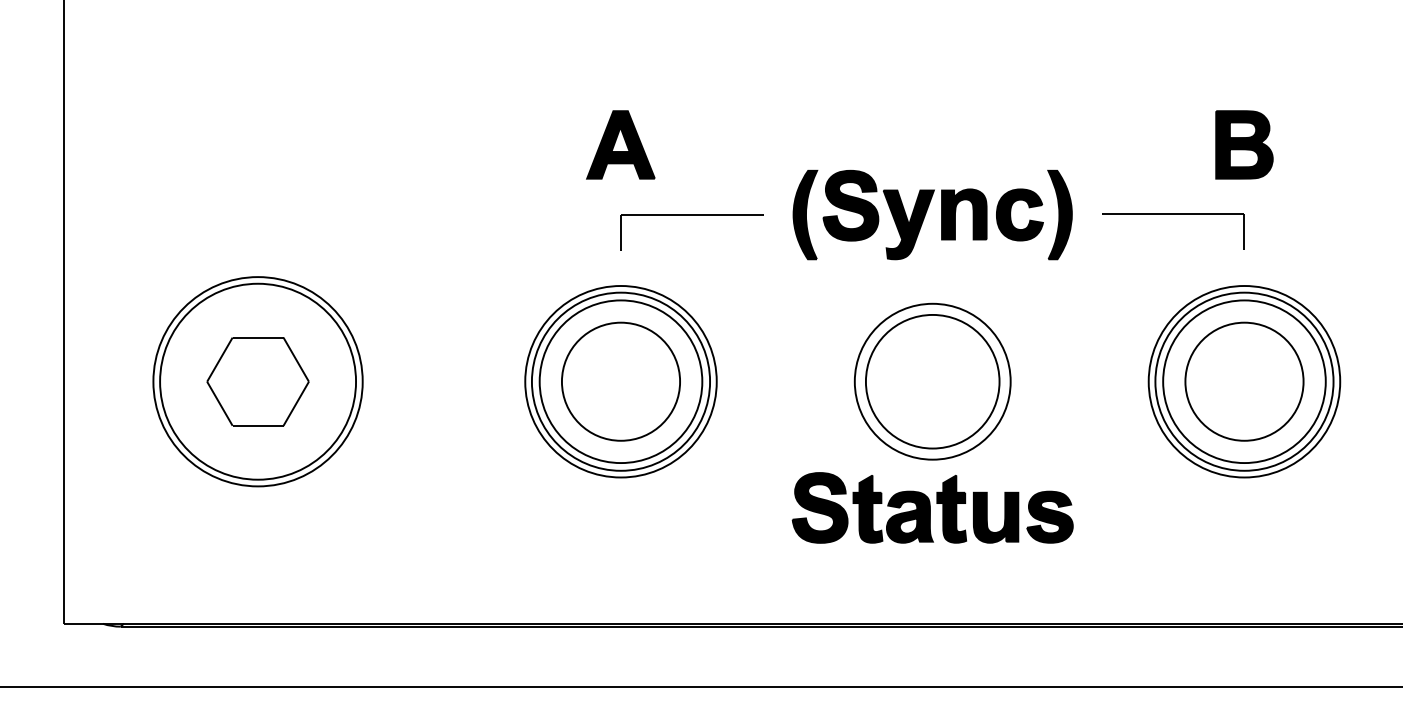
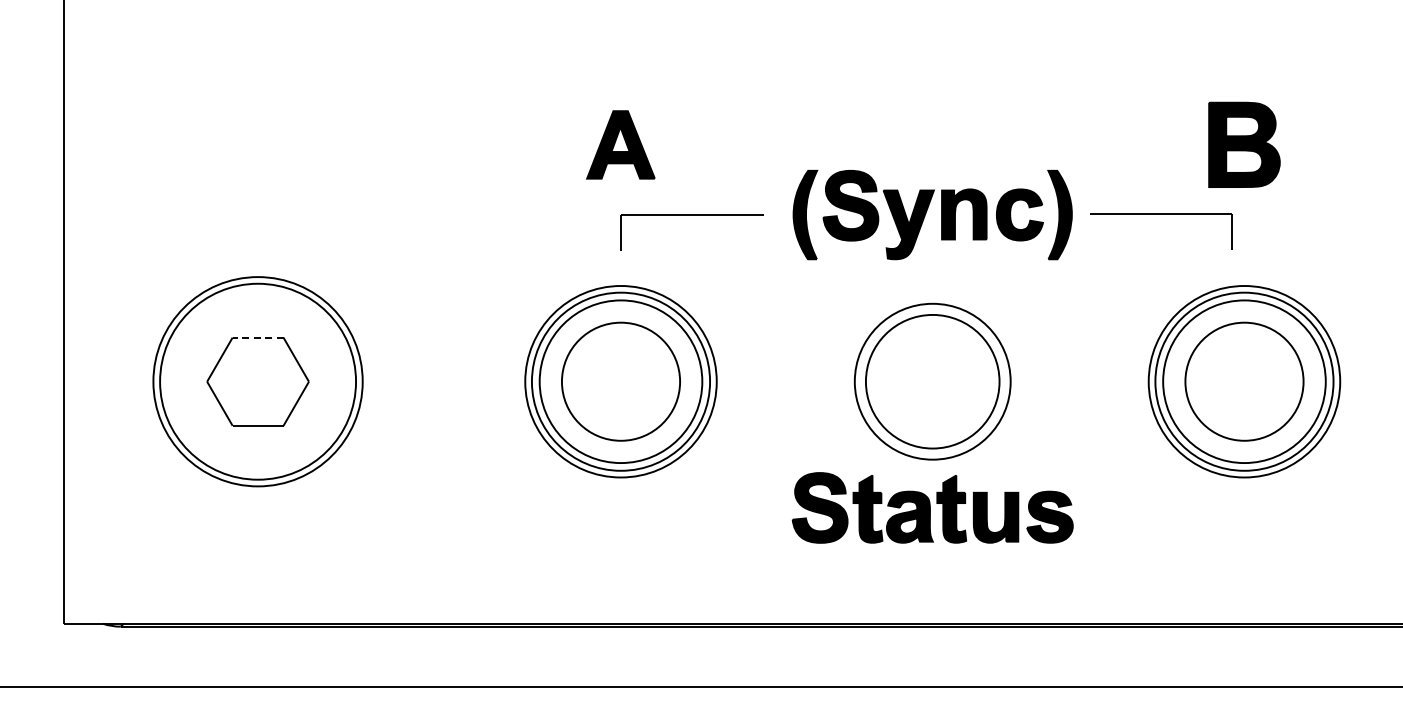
part at (1244, 144) size: 59x70 px -> 73x87 px
part at (1173, 214) position: (1173, 214) -> (1161, 214)
line at (257, 337): solid -> dashed
